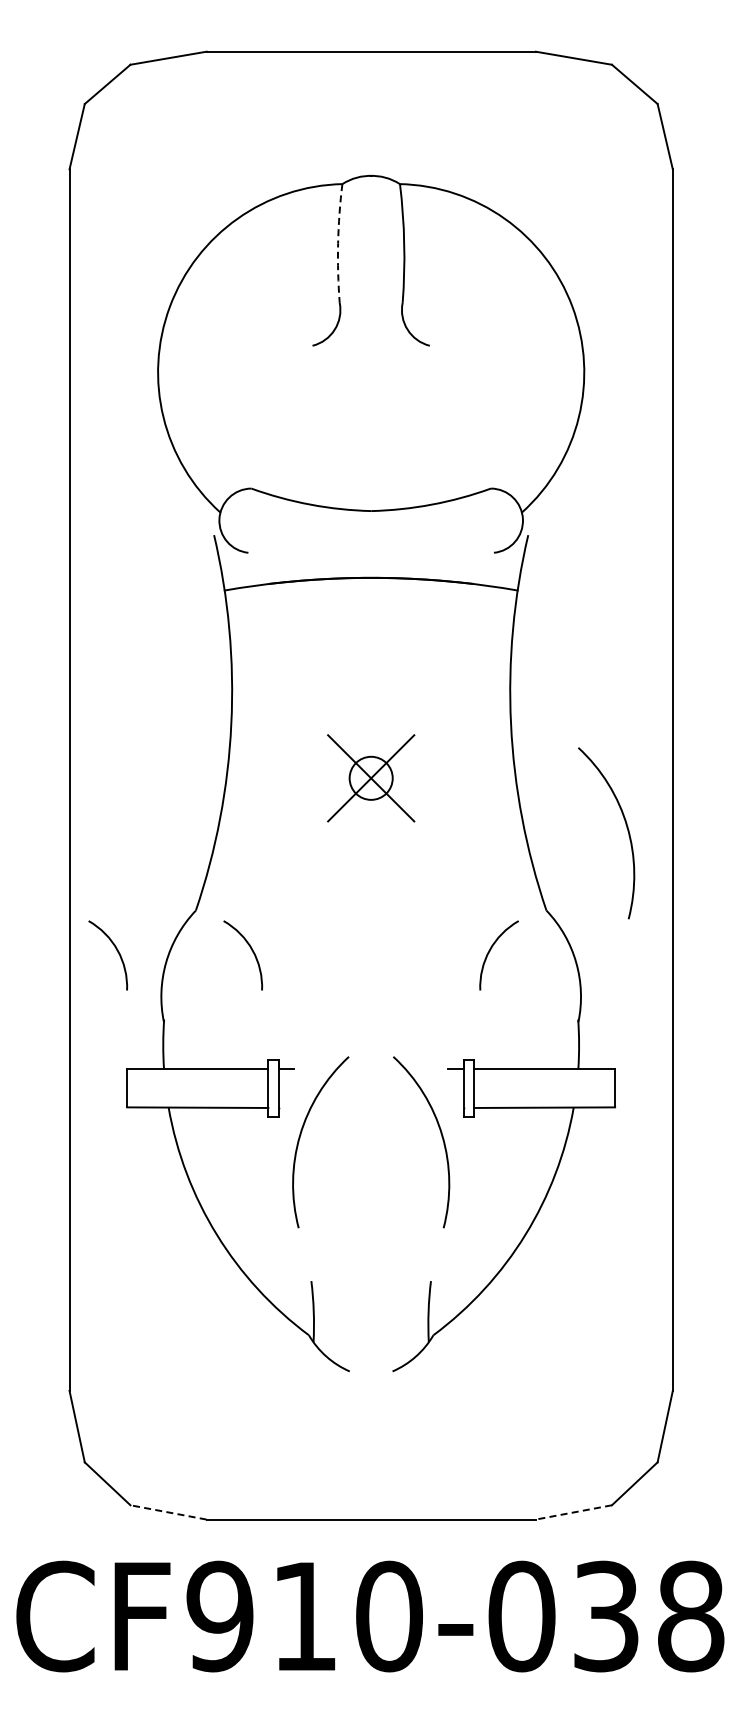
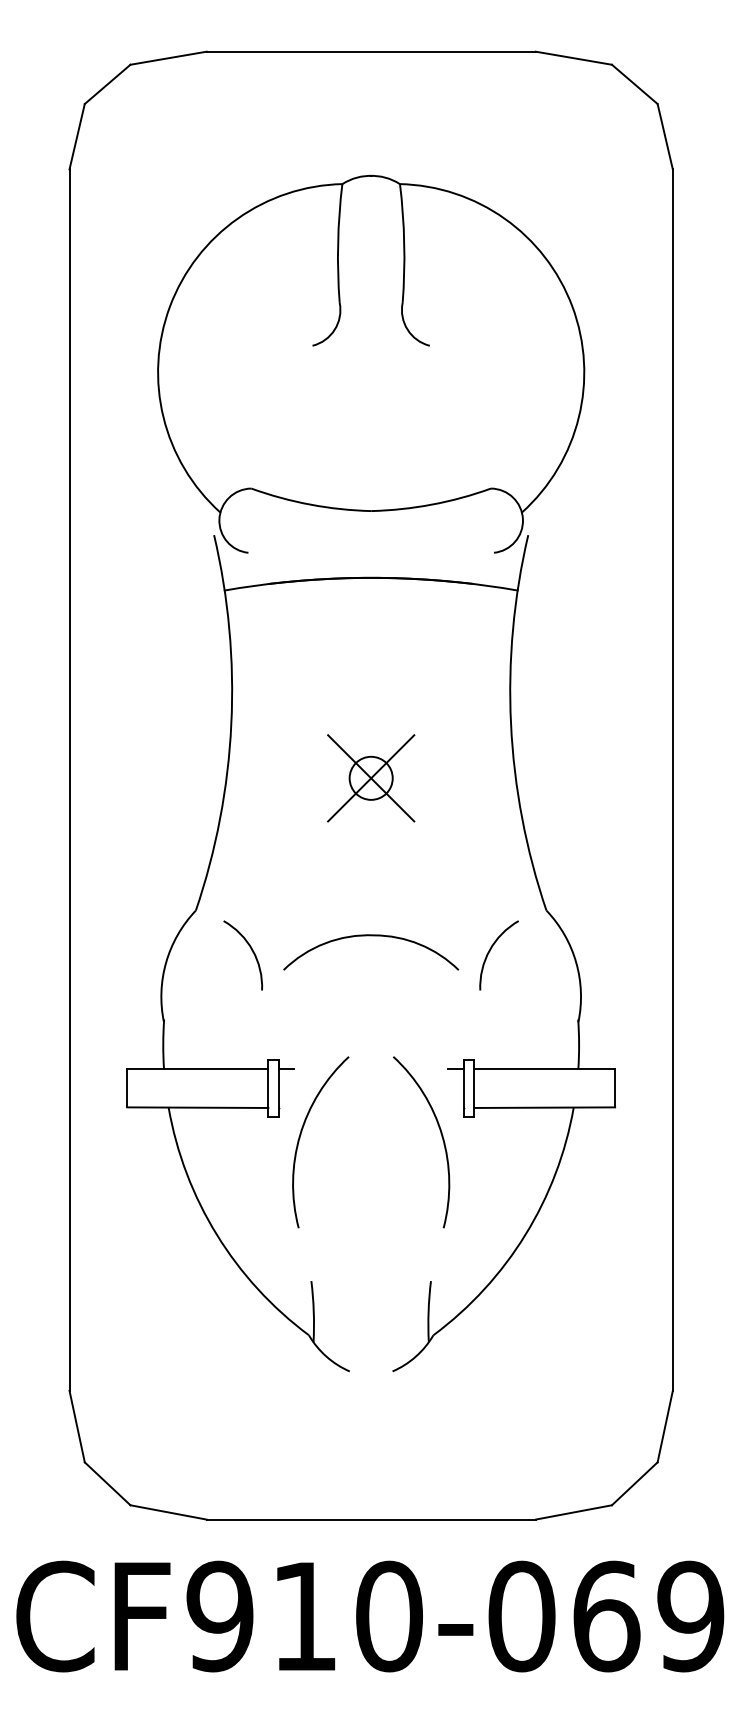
arc at (338, 243): dashed -> solid
arc at (626, 828): present -> none
part at (371, 936): none -> present
arc at (116, 950): present -> none
line at (168, 1512): dashed -> solid
line at (573, 1512): dashed -> solid
text at (648, 1616): CF910-038 -> CF910-069
